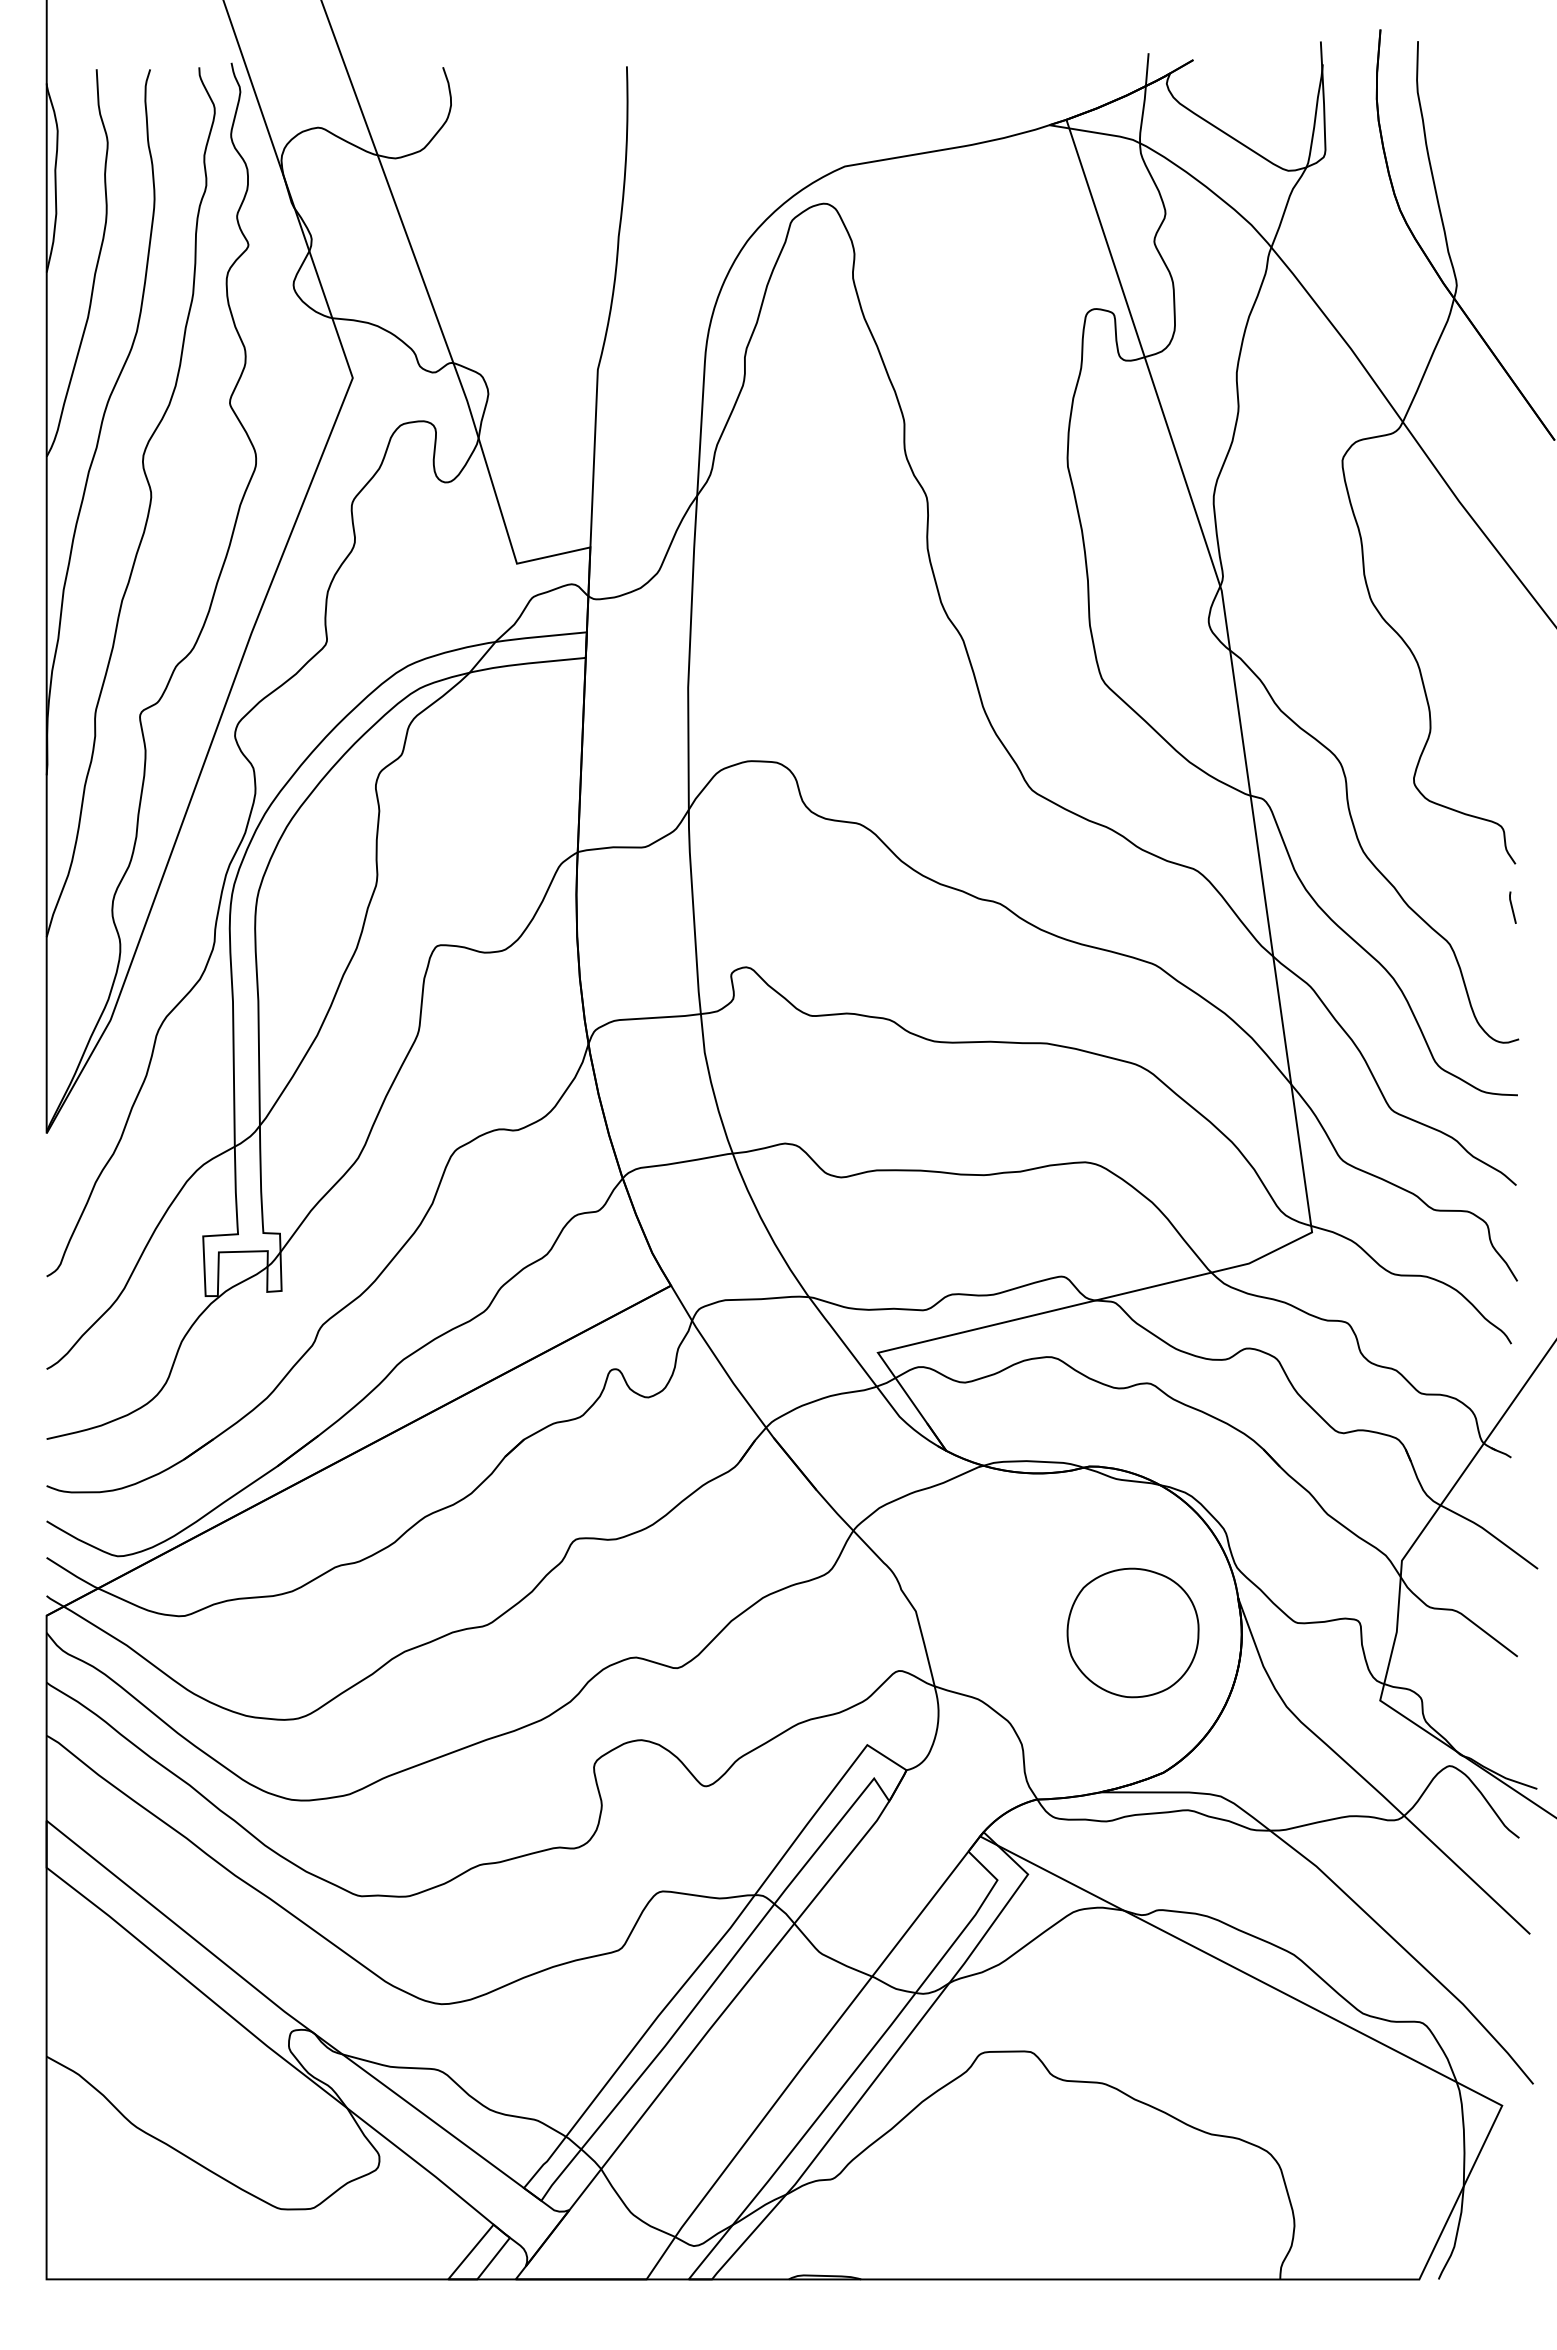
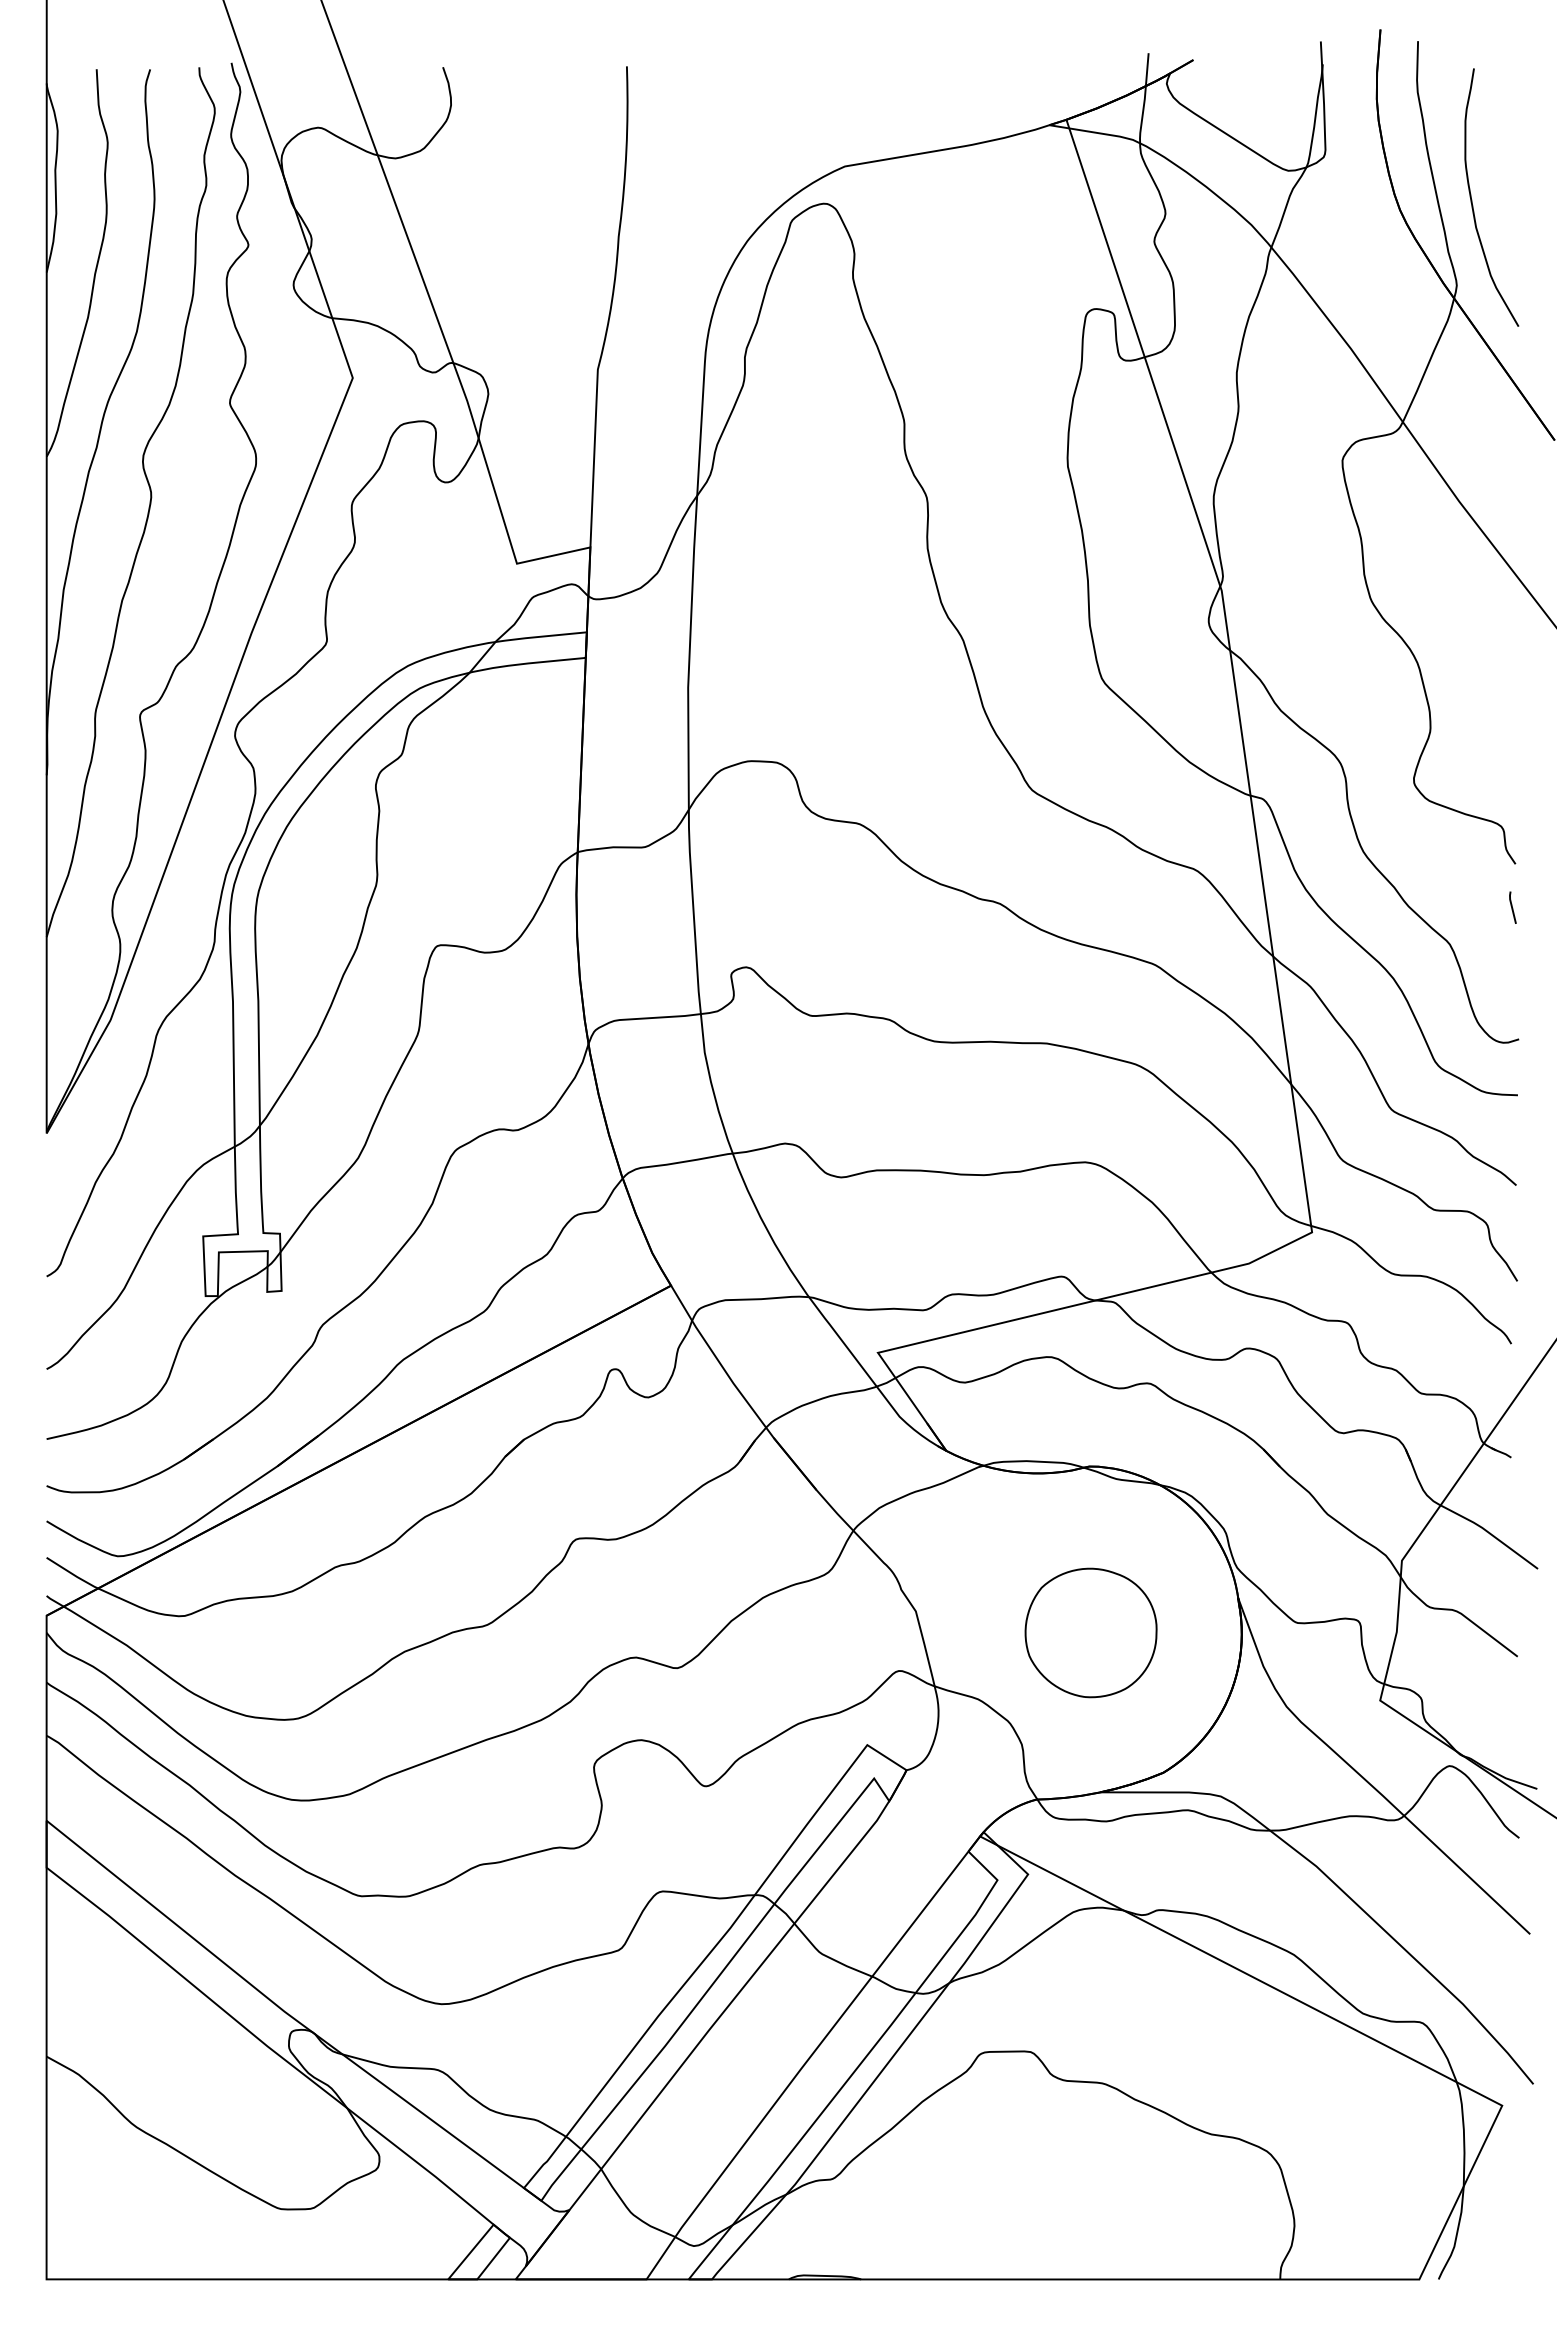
curve at (1472, 199): none -> present
part at (1132, 1632) position: (1132, 1632) -> (1090, 1632)
